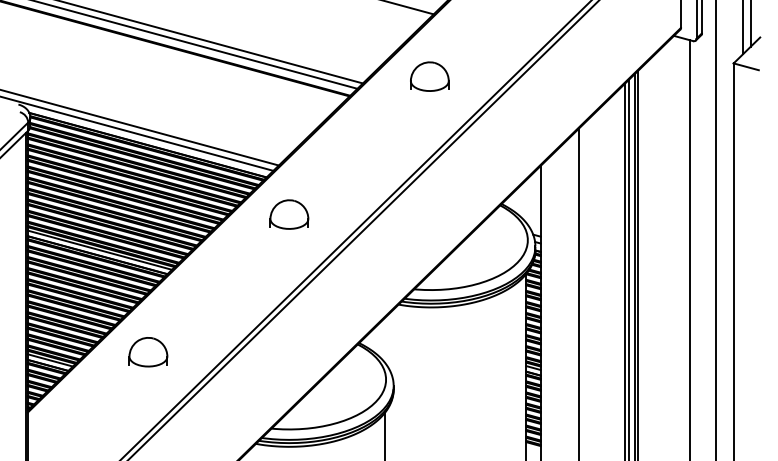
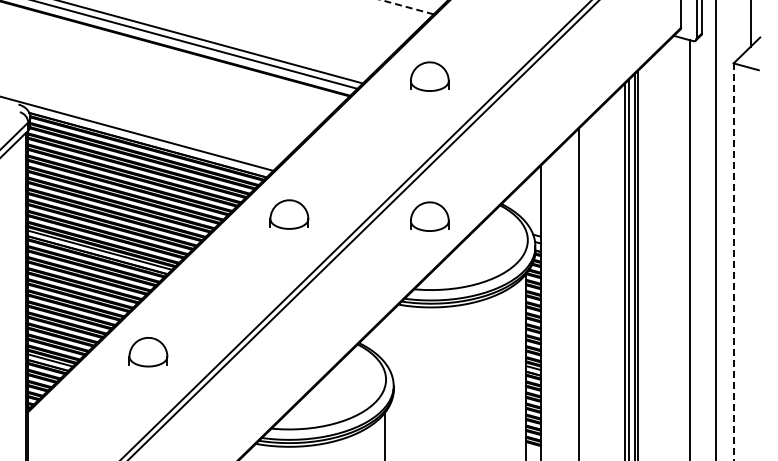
line at (407, 7): solid -> dashed
line at (743, 27): present -> none
line at (140, 127): present -> none
part at (429, 216): none -> present
line at (733, 262): solid -> dashed
